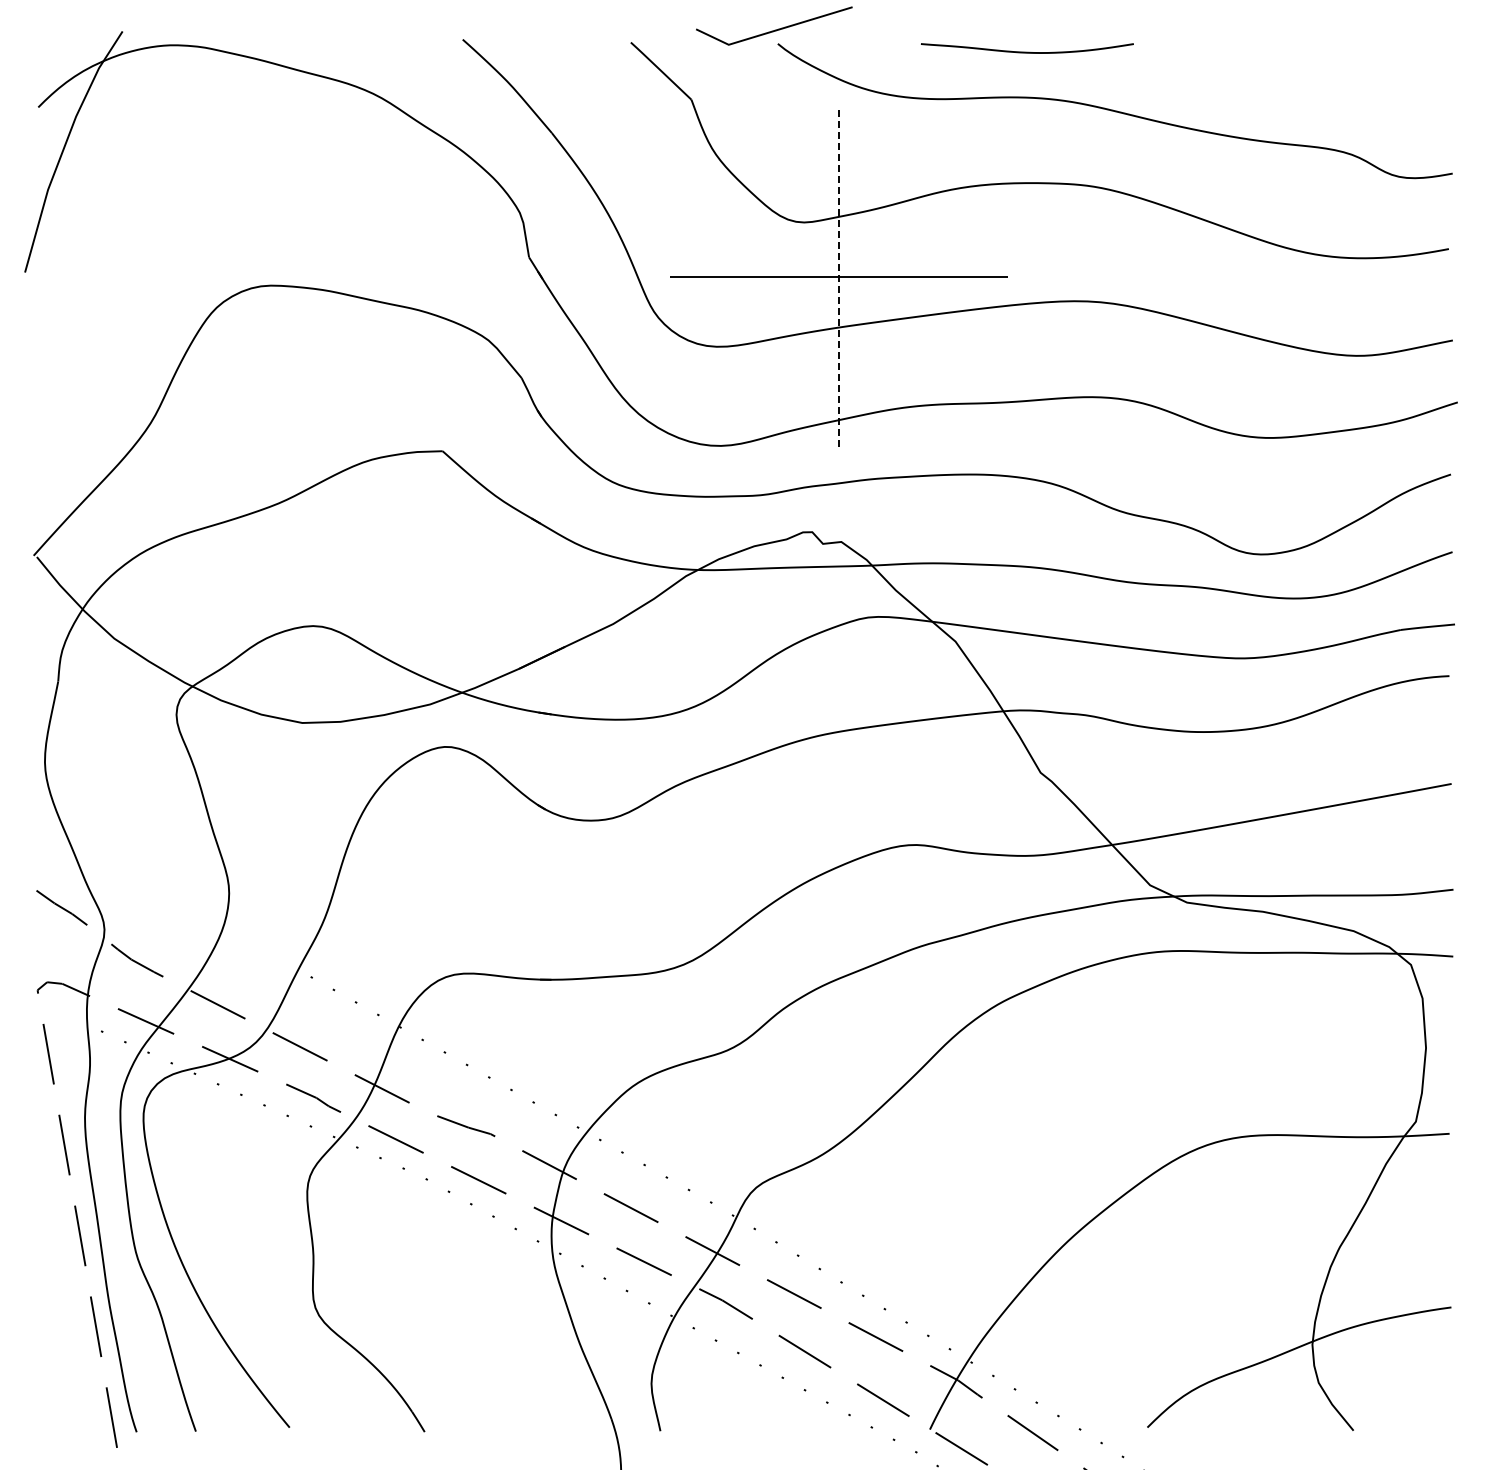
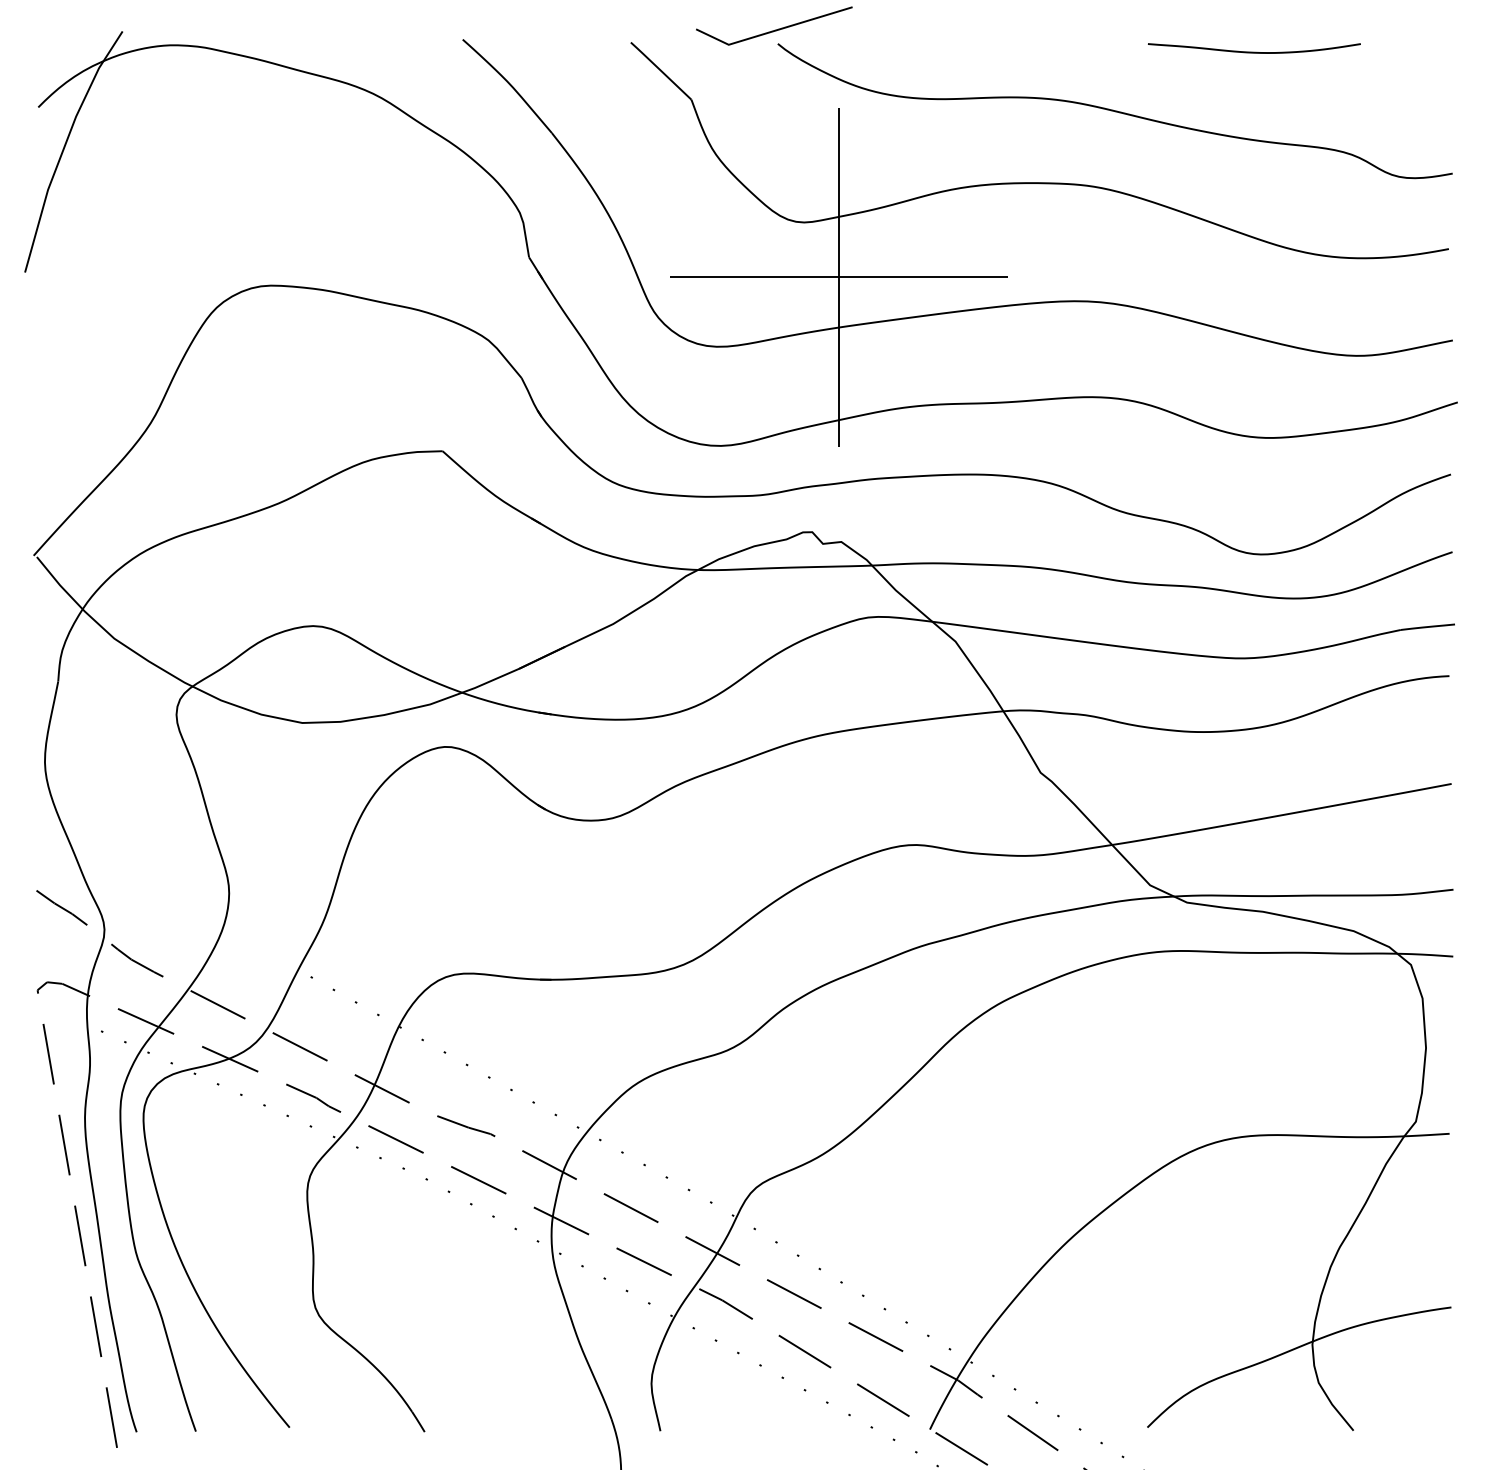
curve at (1027, 51) position: (1027, 51) -> (1254, 51)
line at (838, 277): dashed -> solid
